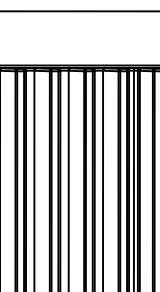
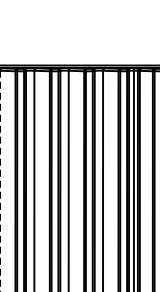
line at (79, 11): present -> none
line at (0, 181): solid -> dashed
